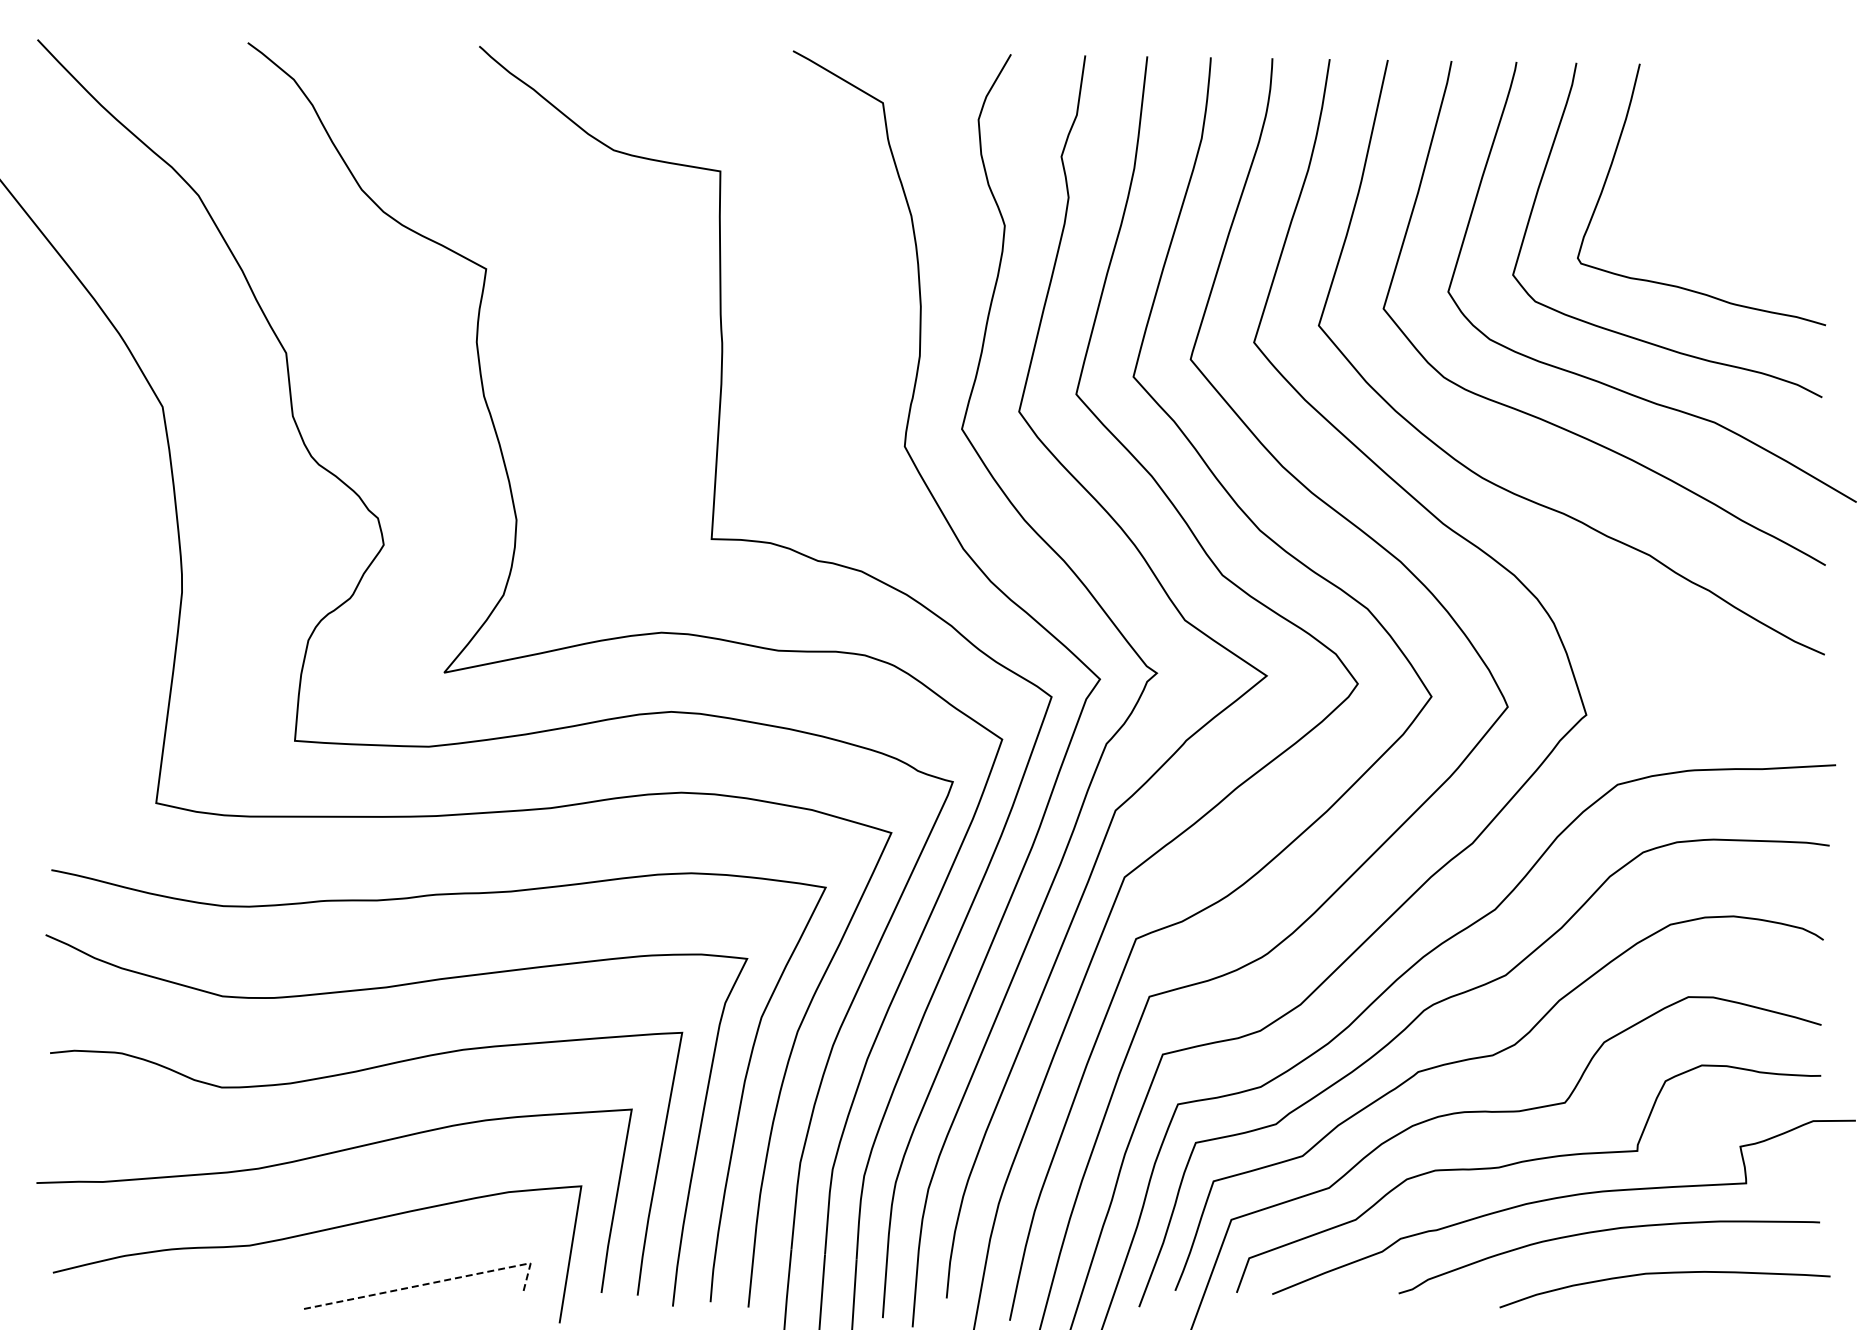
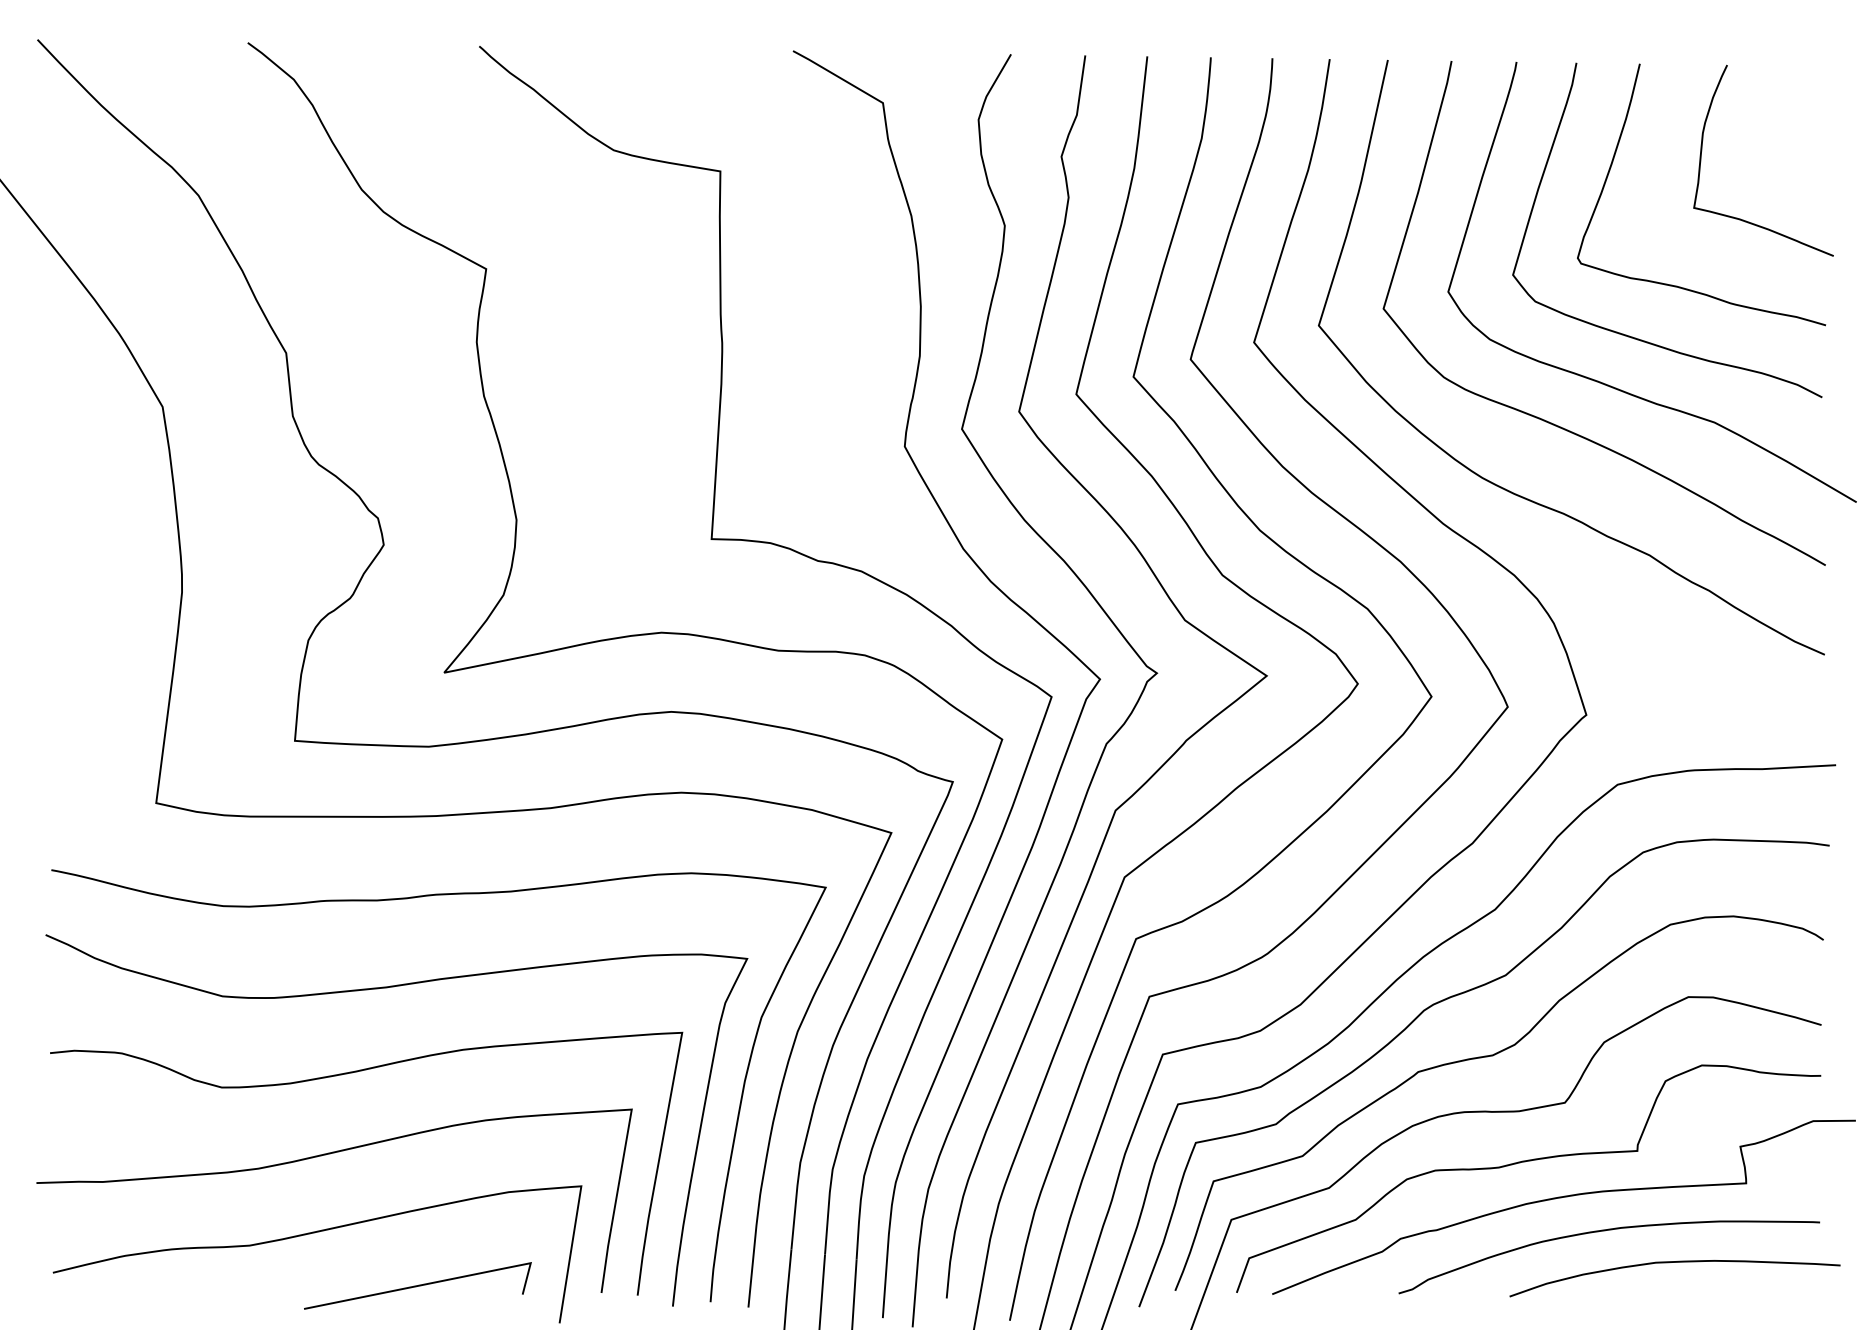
curve at (1702, 151): none -> present
curve at (1659, 1274) position: (1659, 1274) -> (1669, 1263)
line at (435, 1282): dashed -> solid
